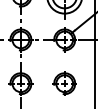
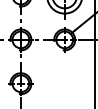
part at (64, 83): present -> none
